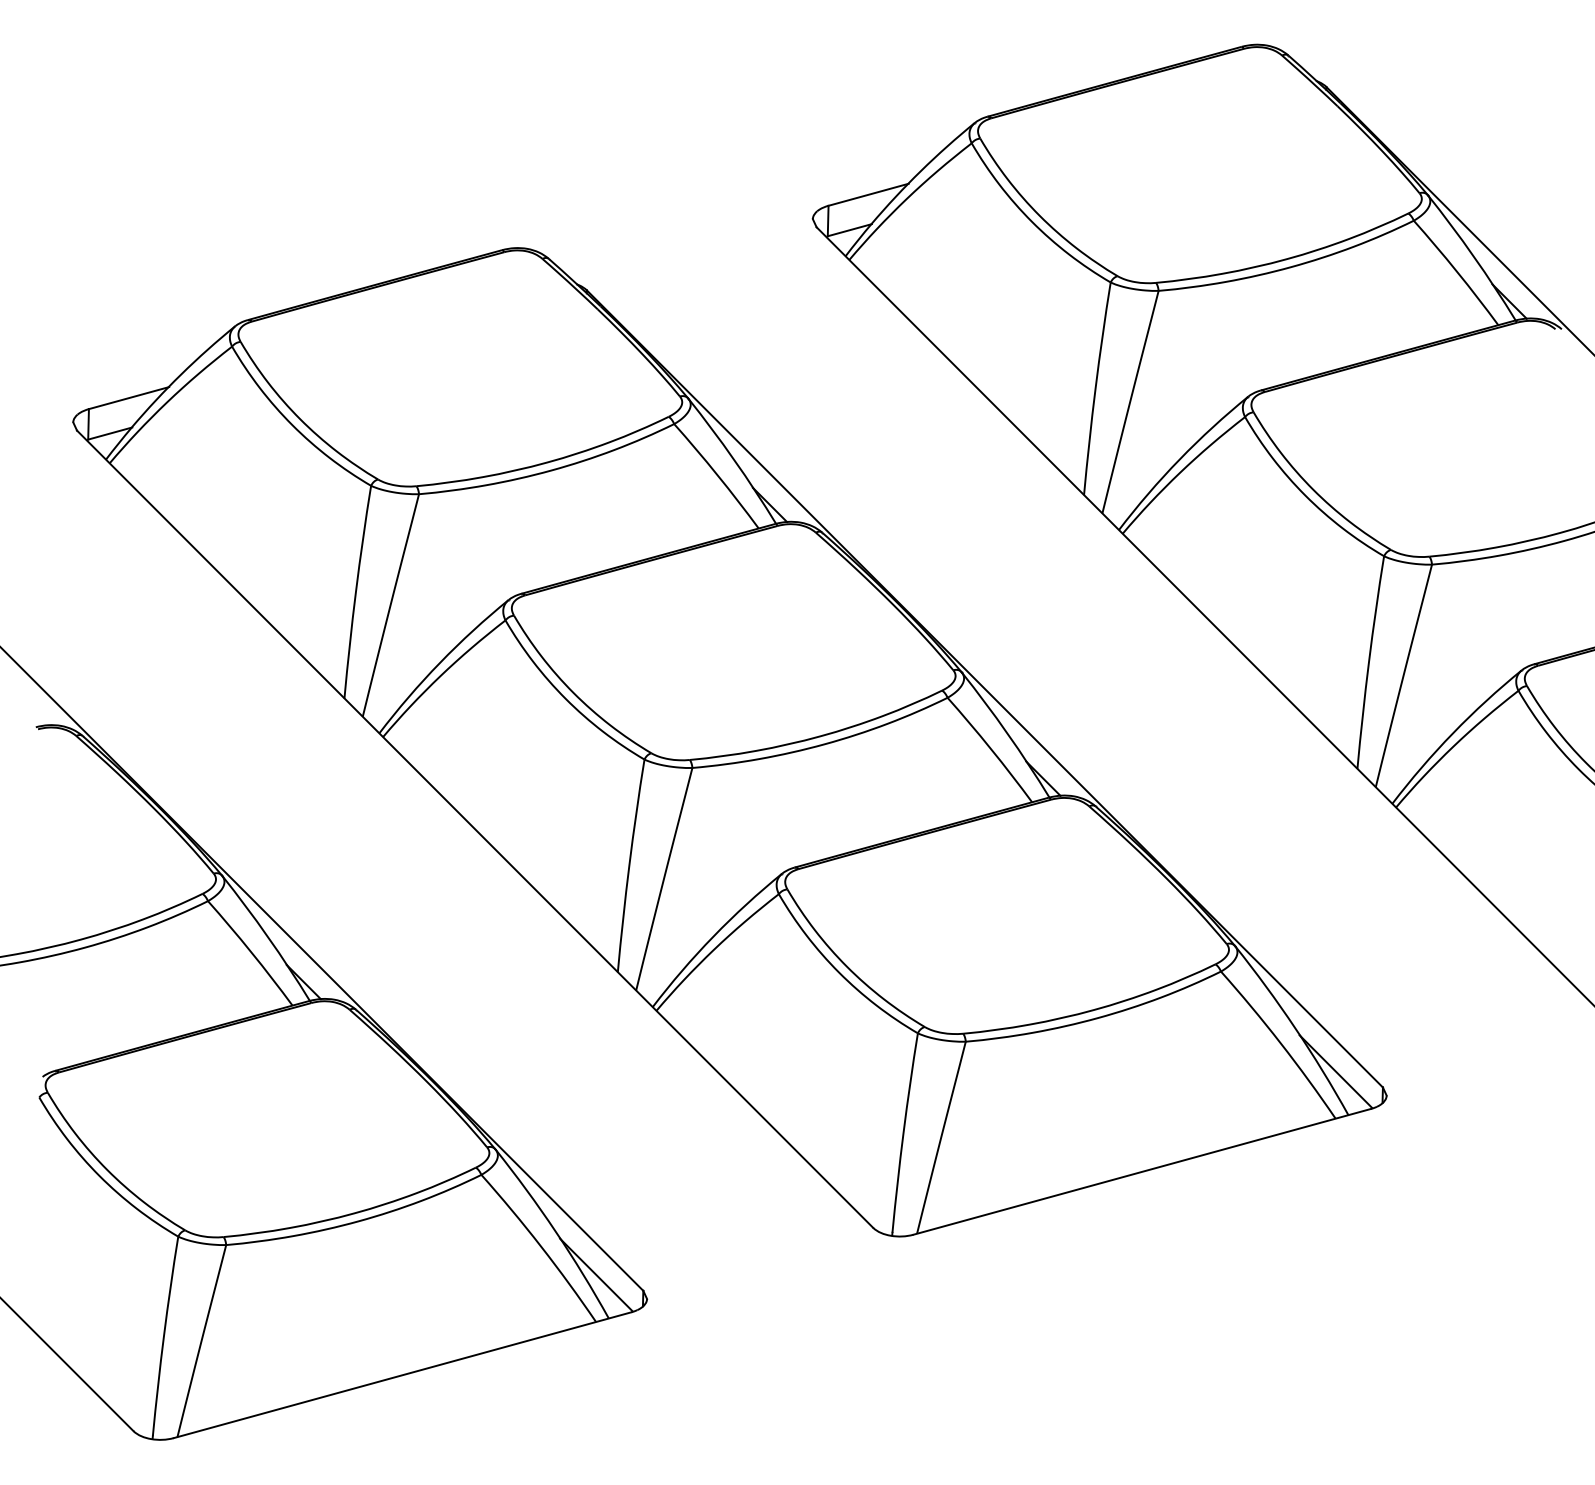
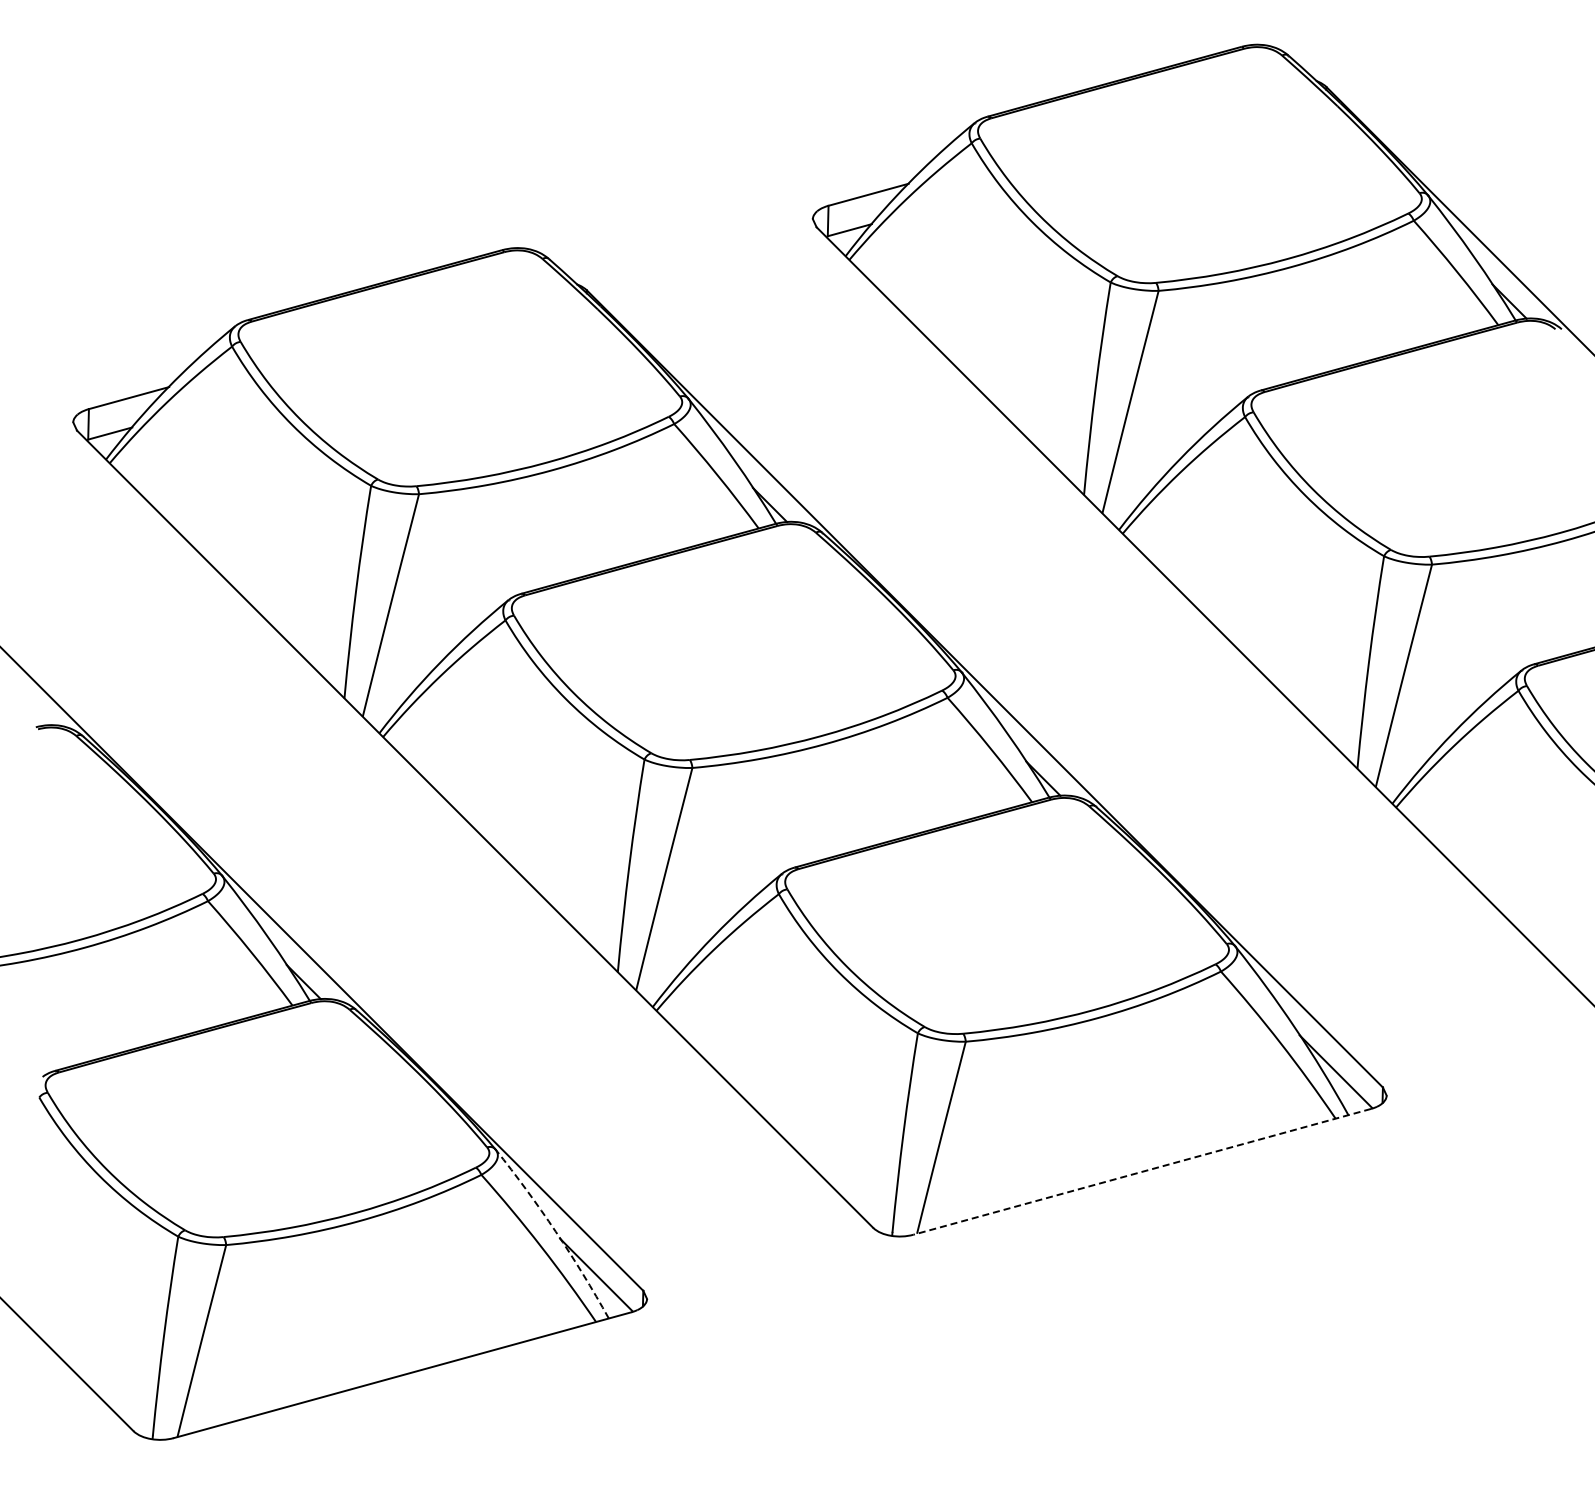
line at (1141, 1171): solid -> dashed
arc at (555, 1231): solid -> dashed
